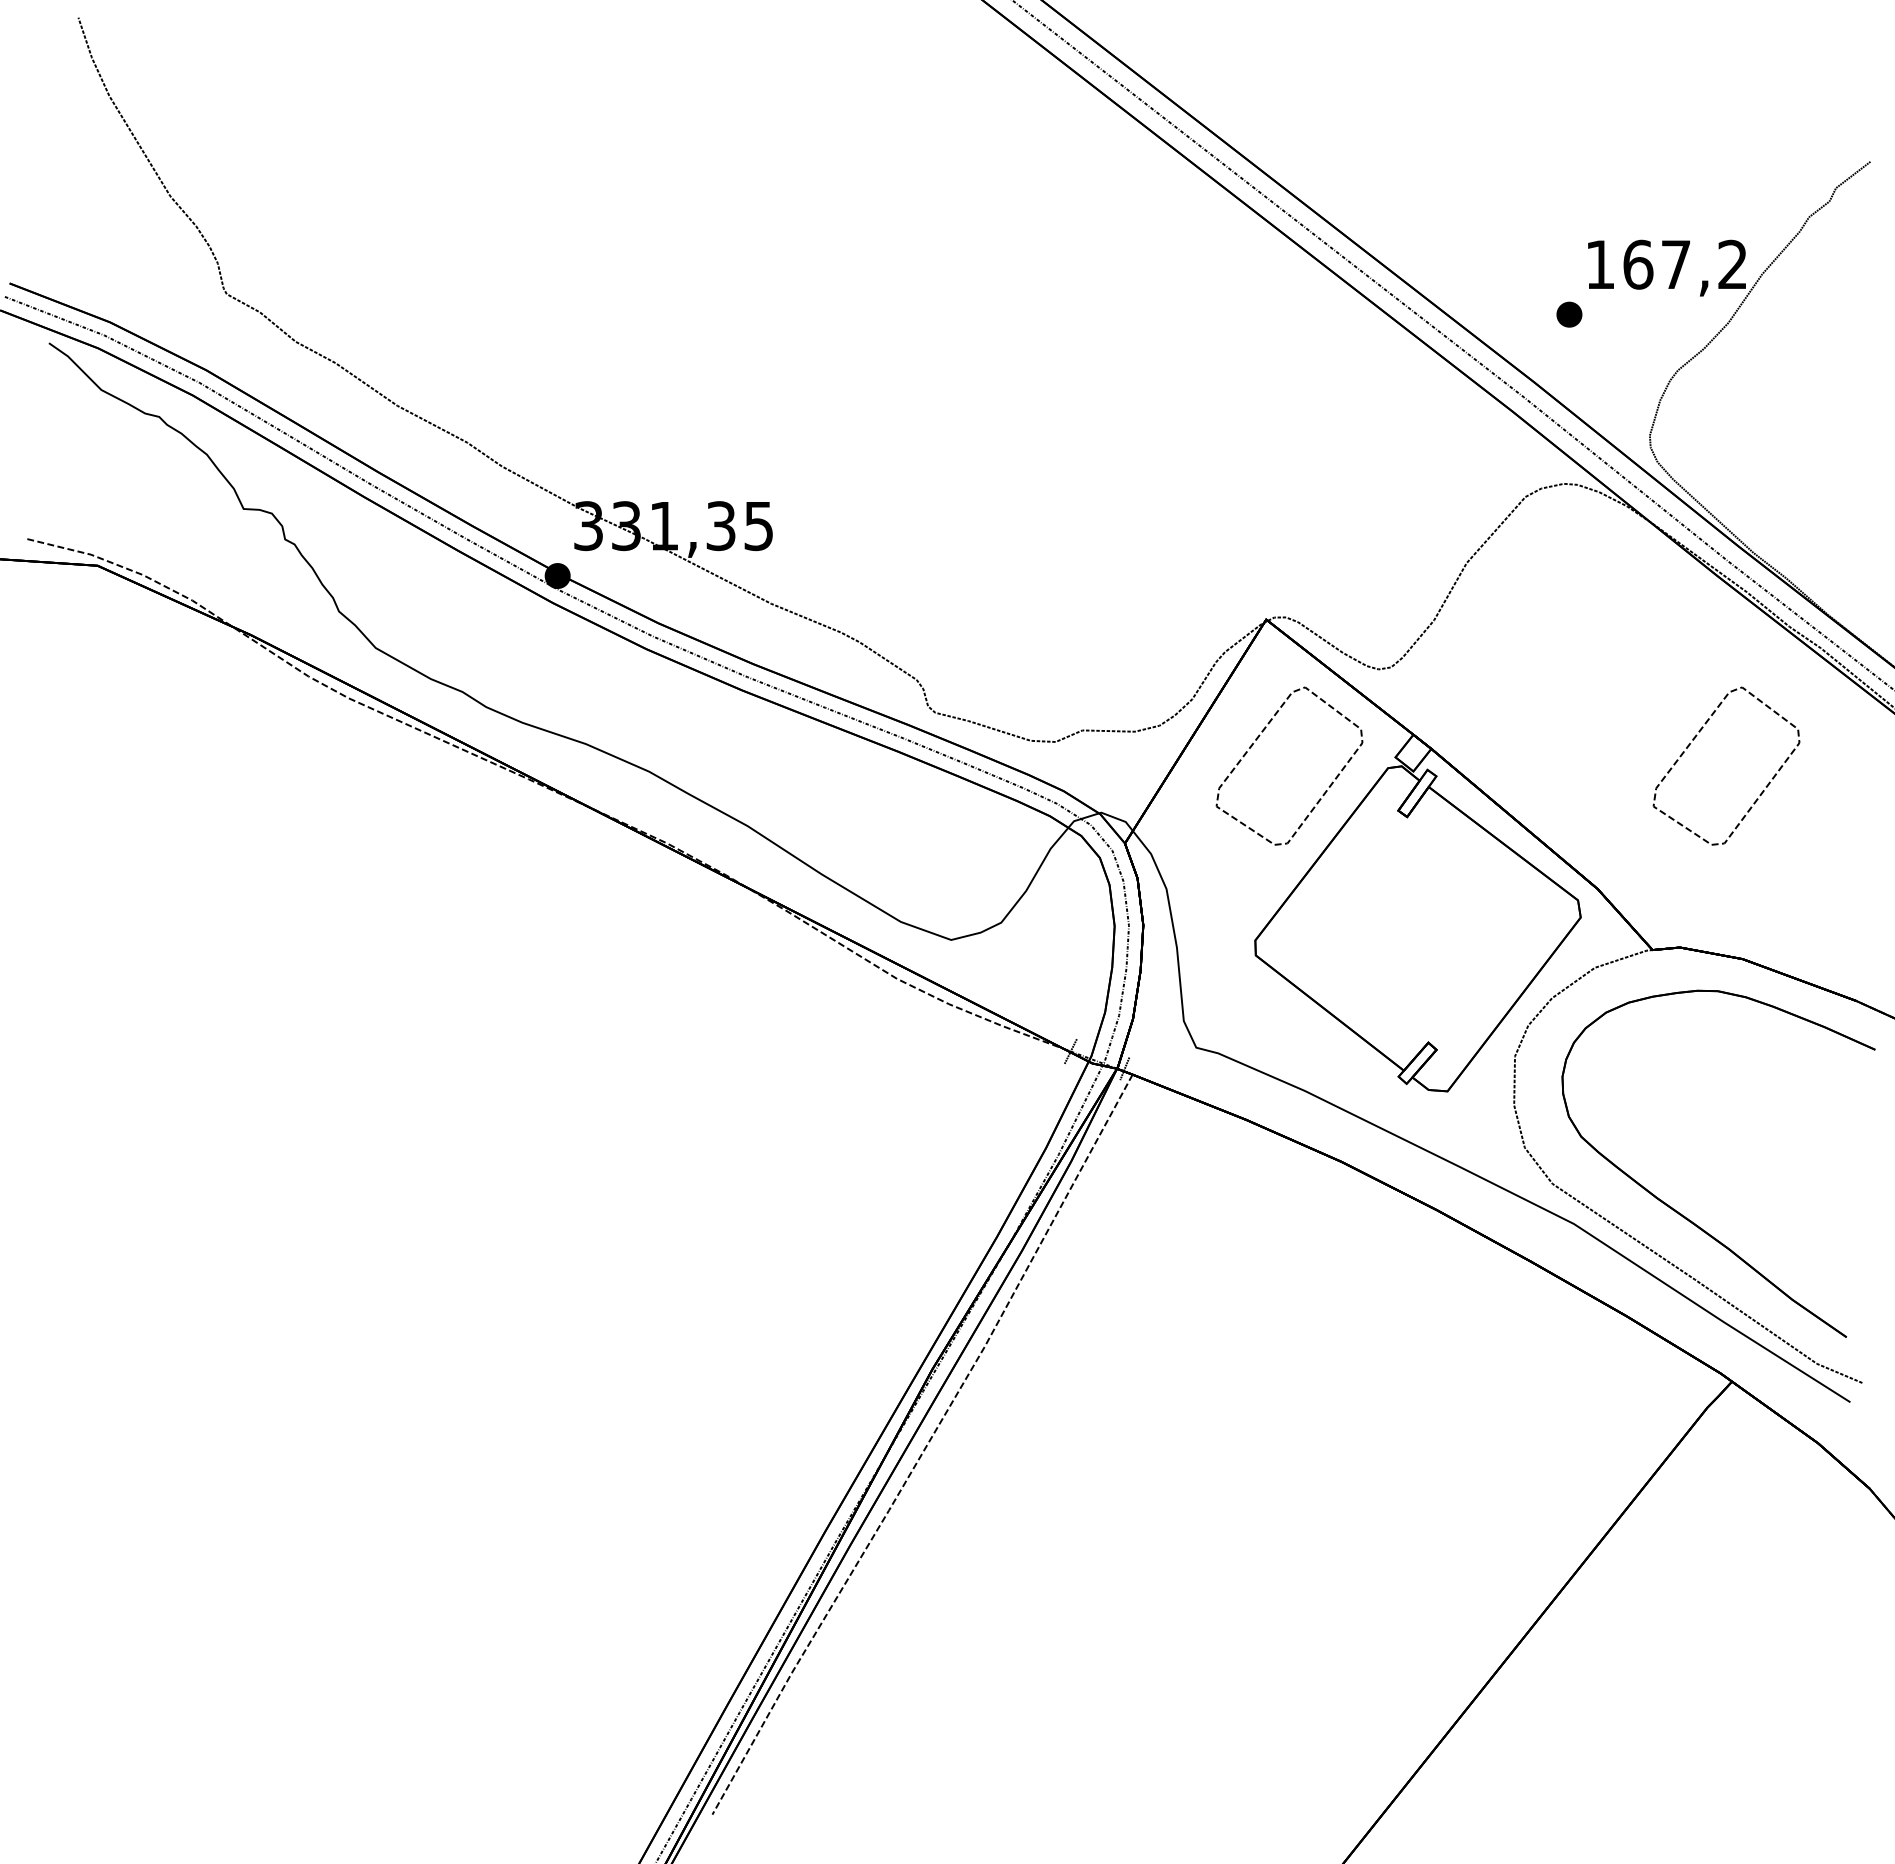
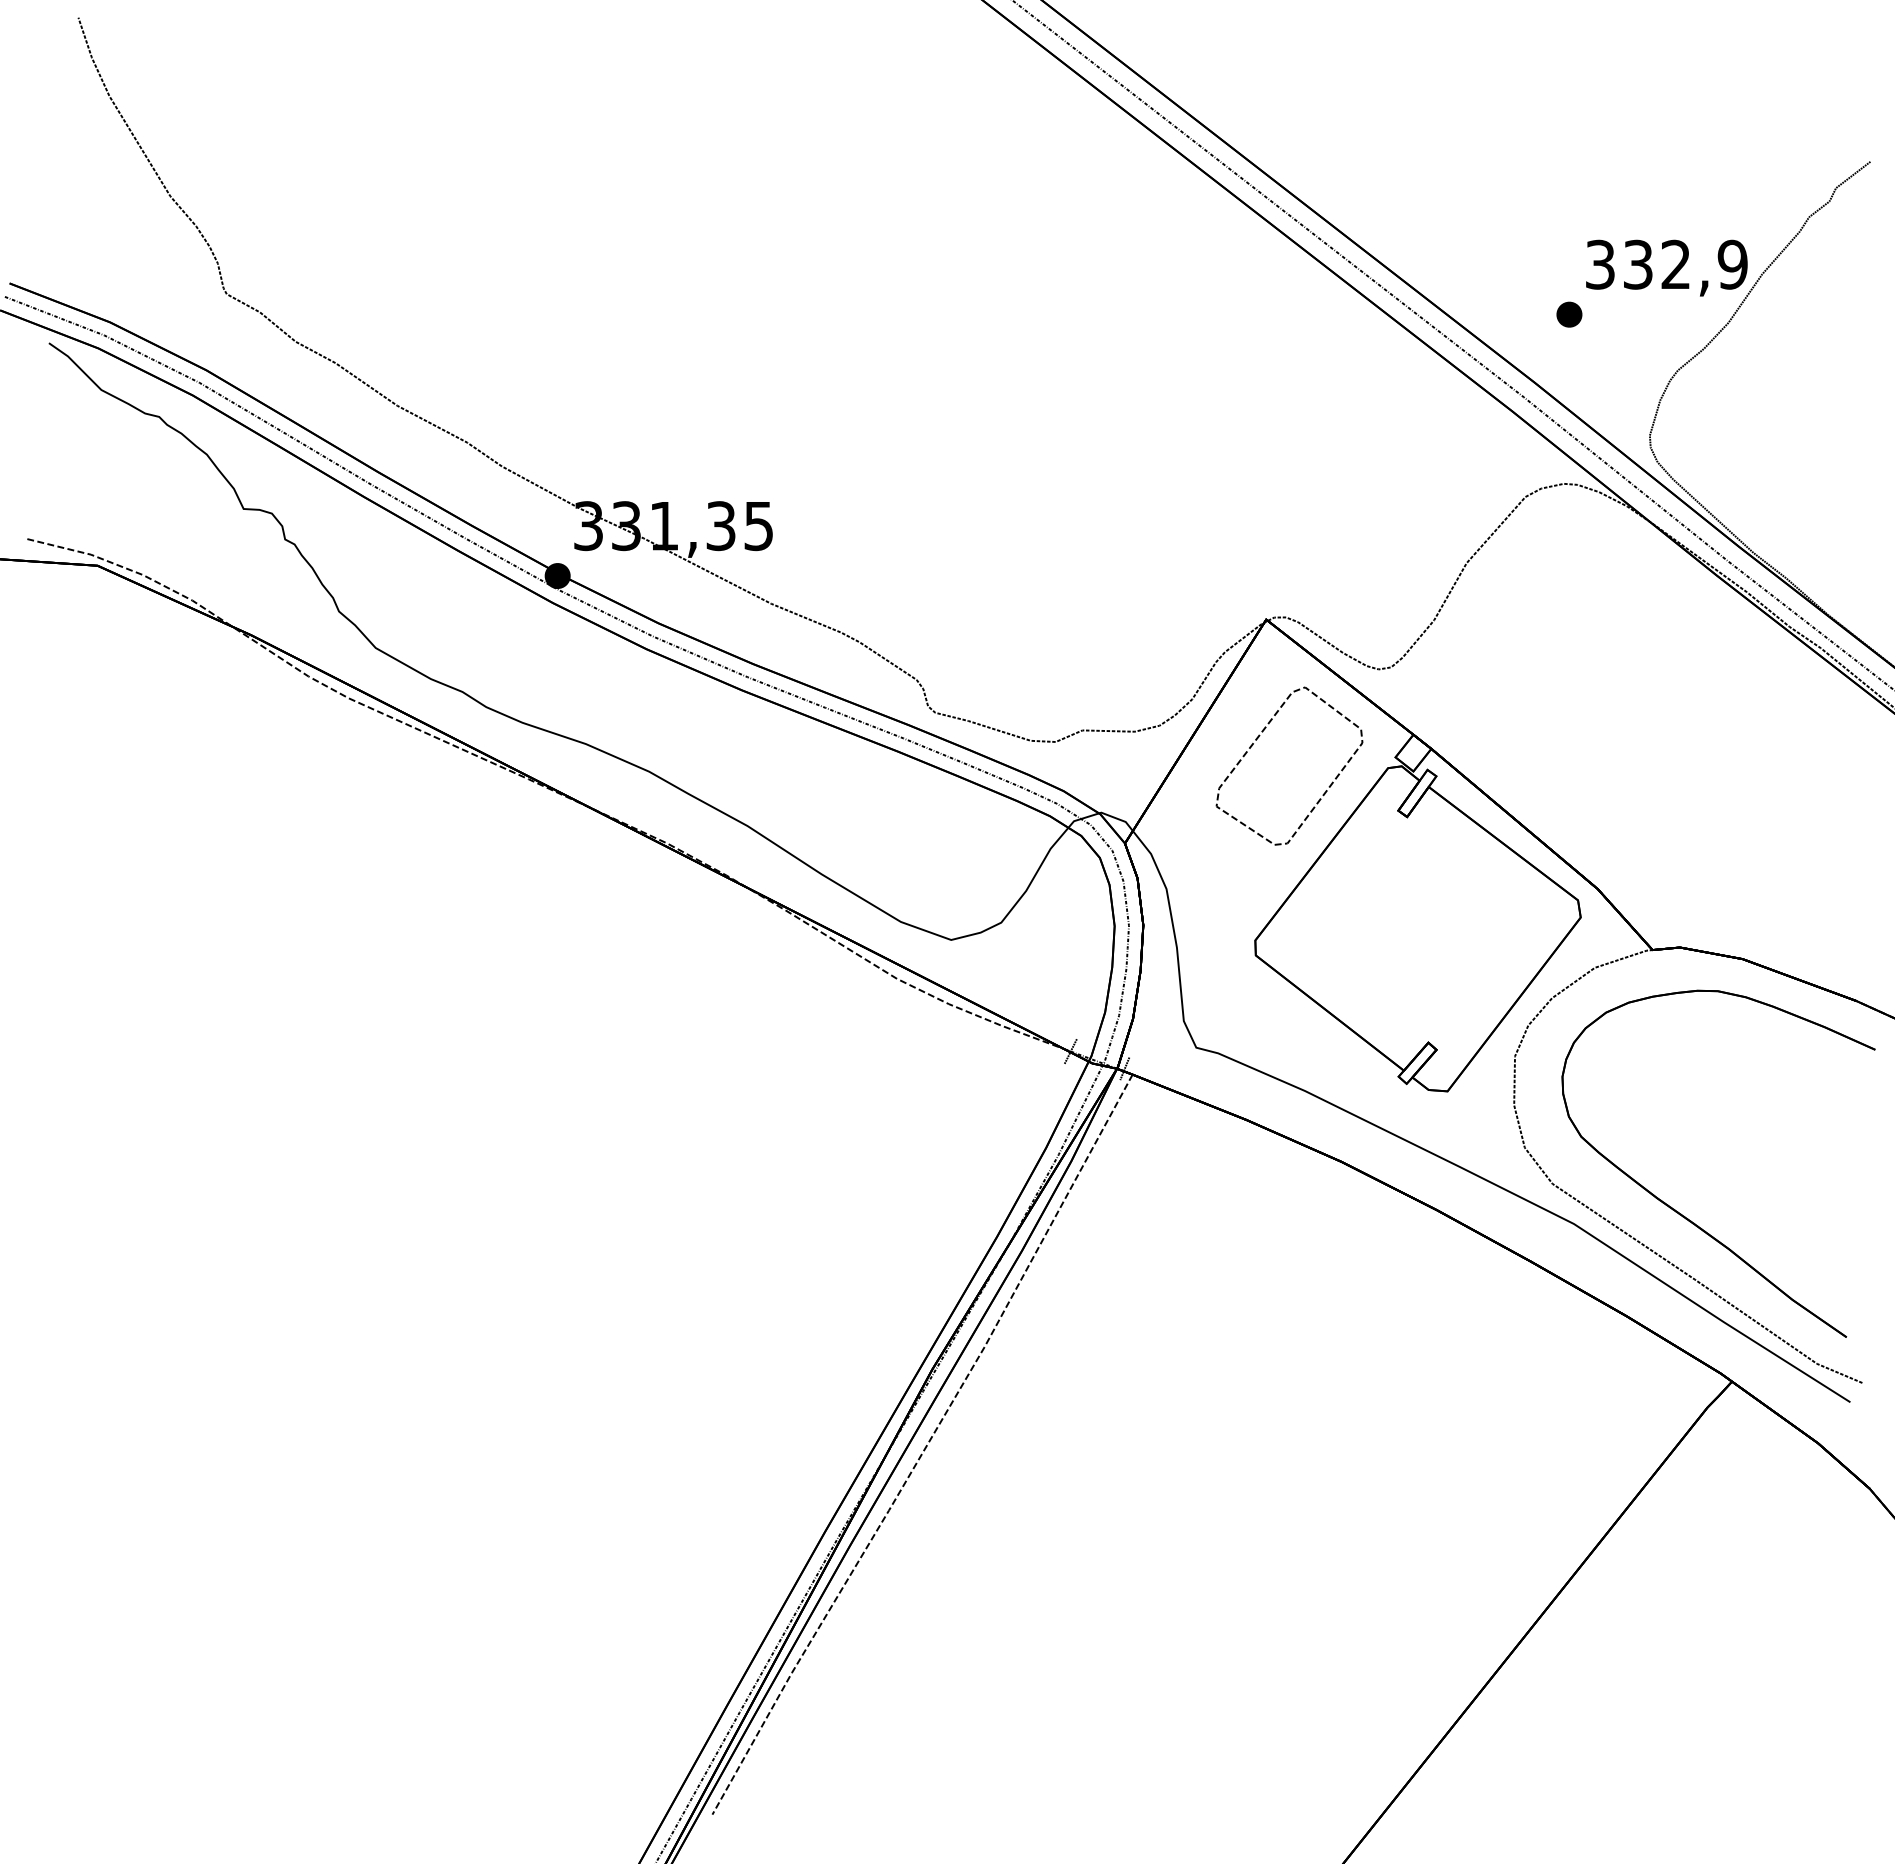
text at (1666, 264): 167,2 -> 332,9
part at (1696, 737): present -> none
